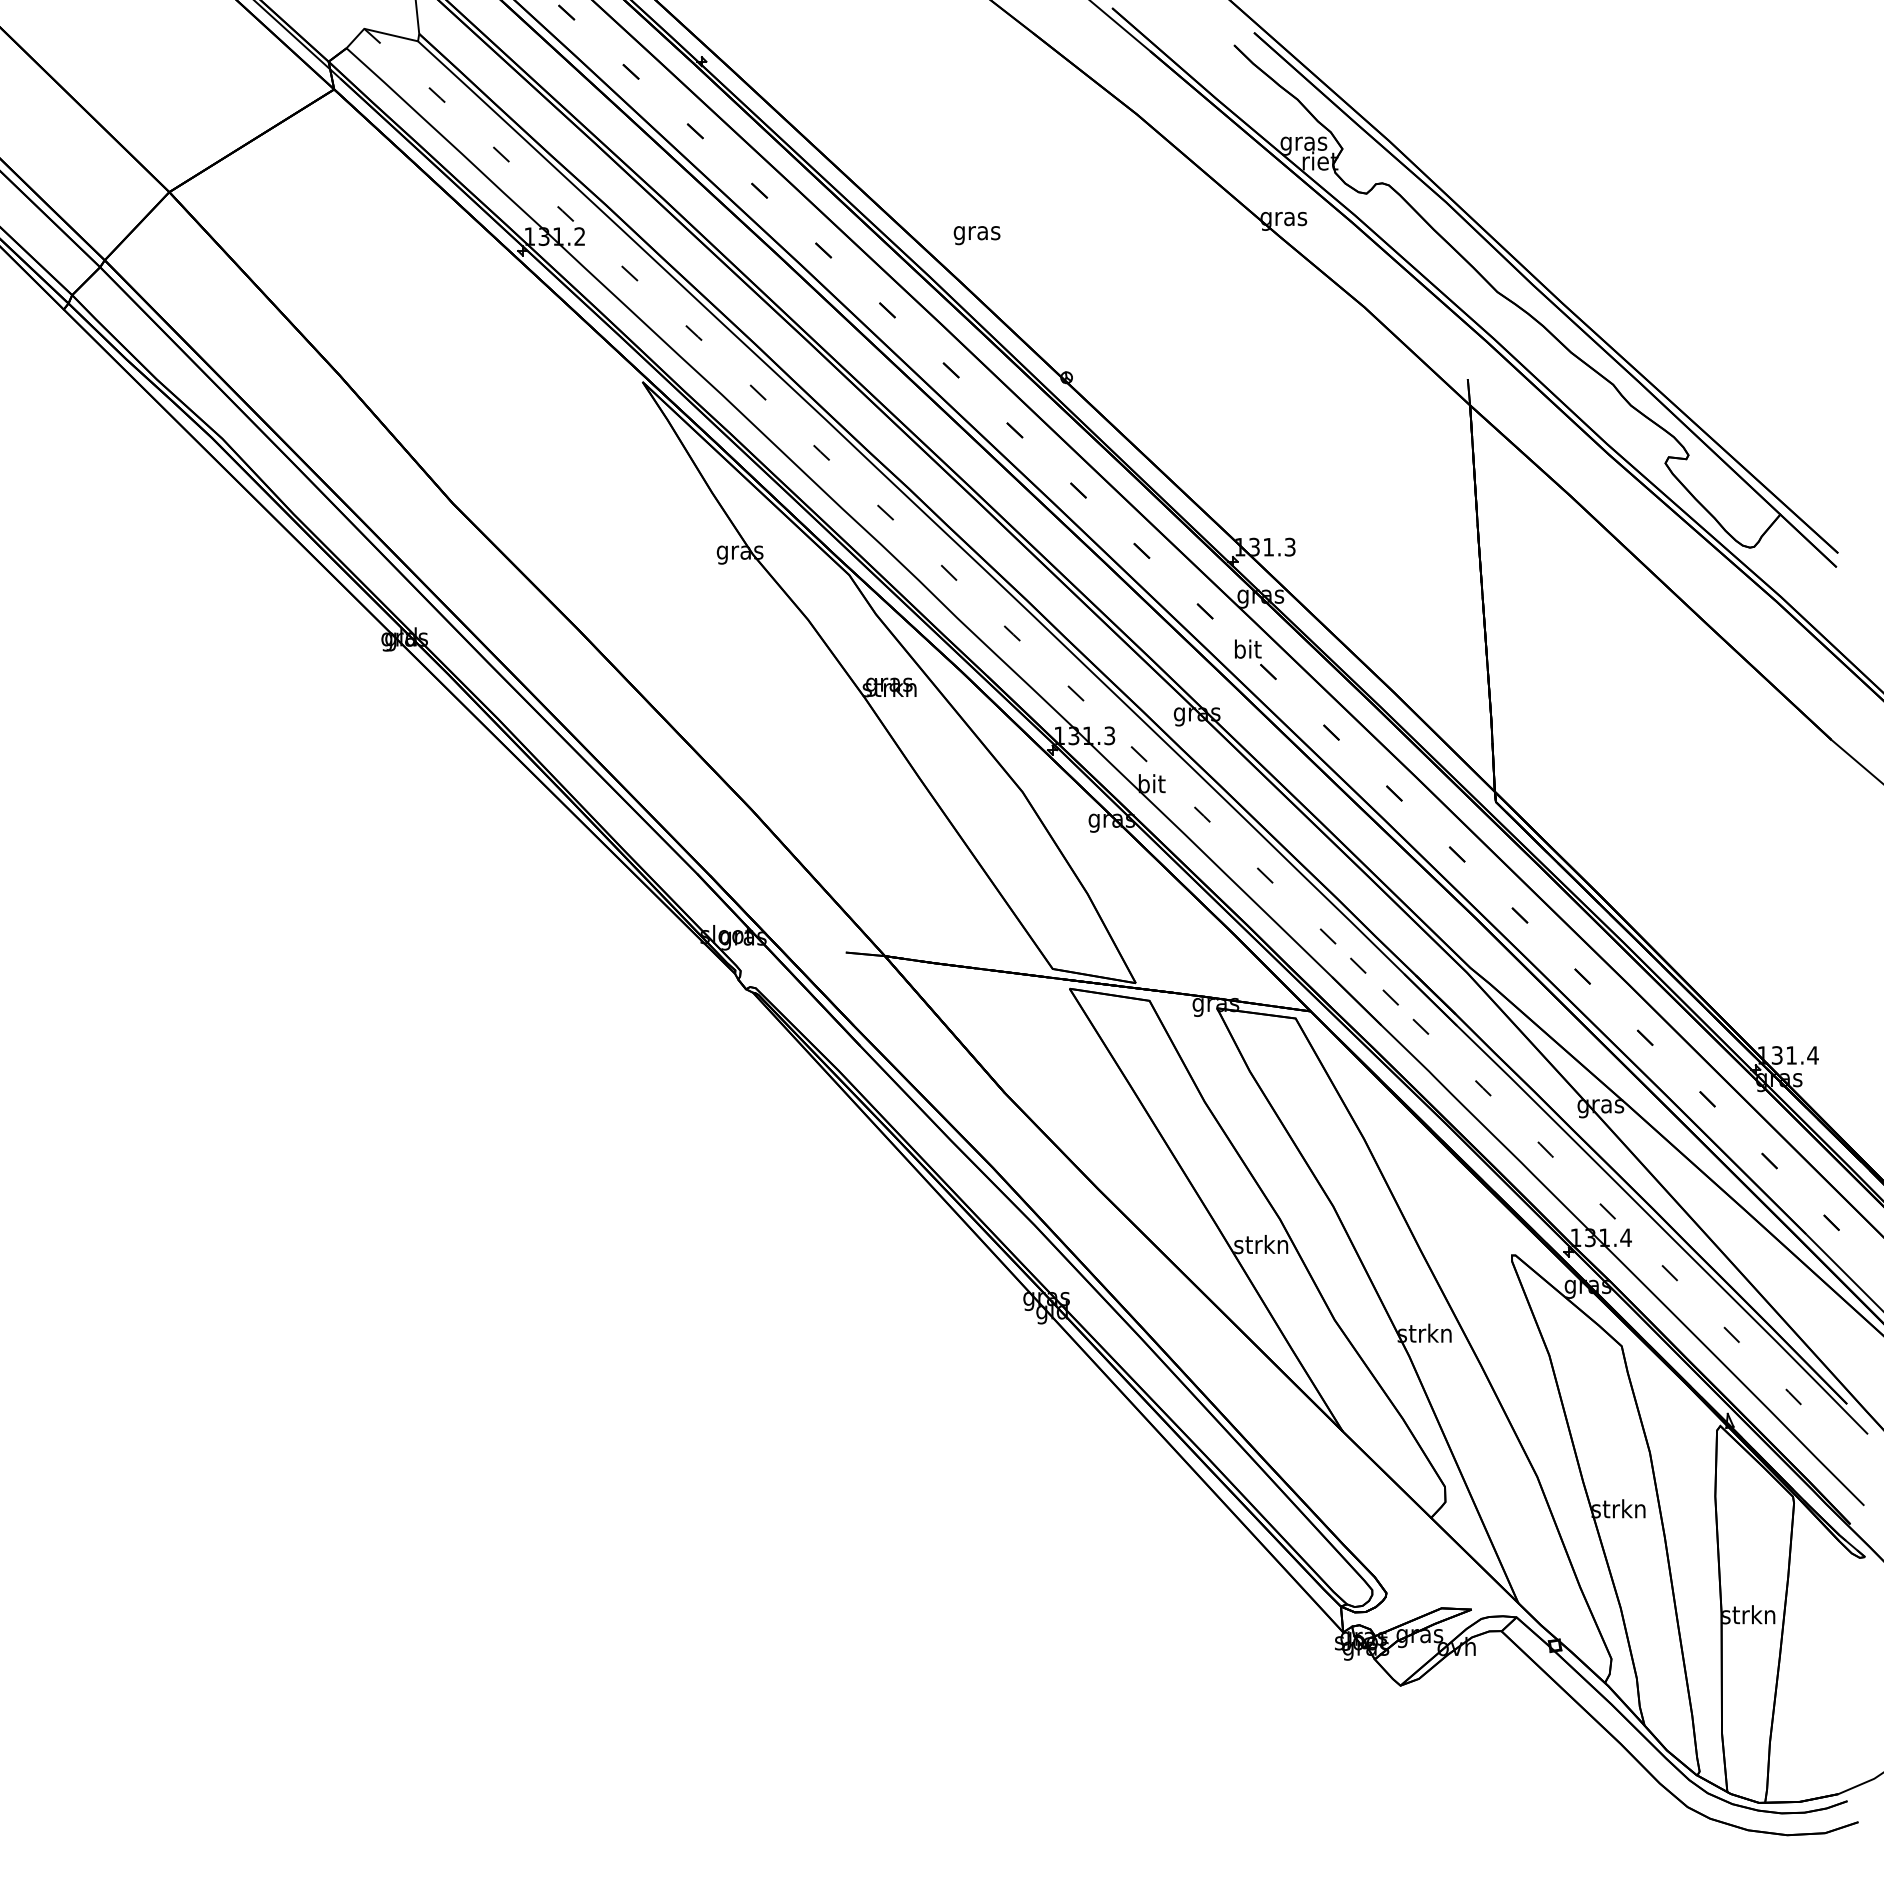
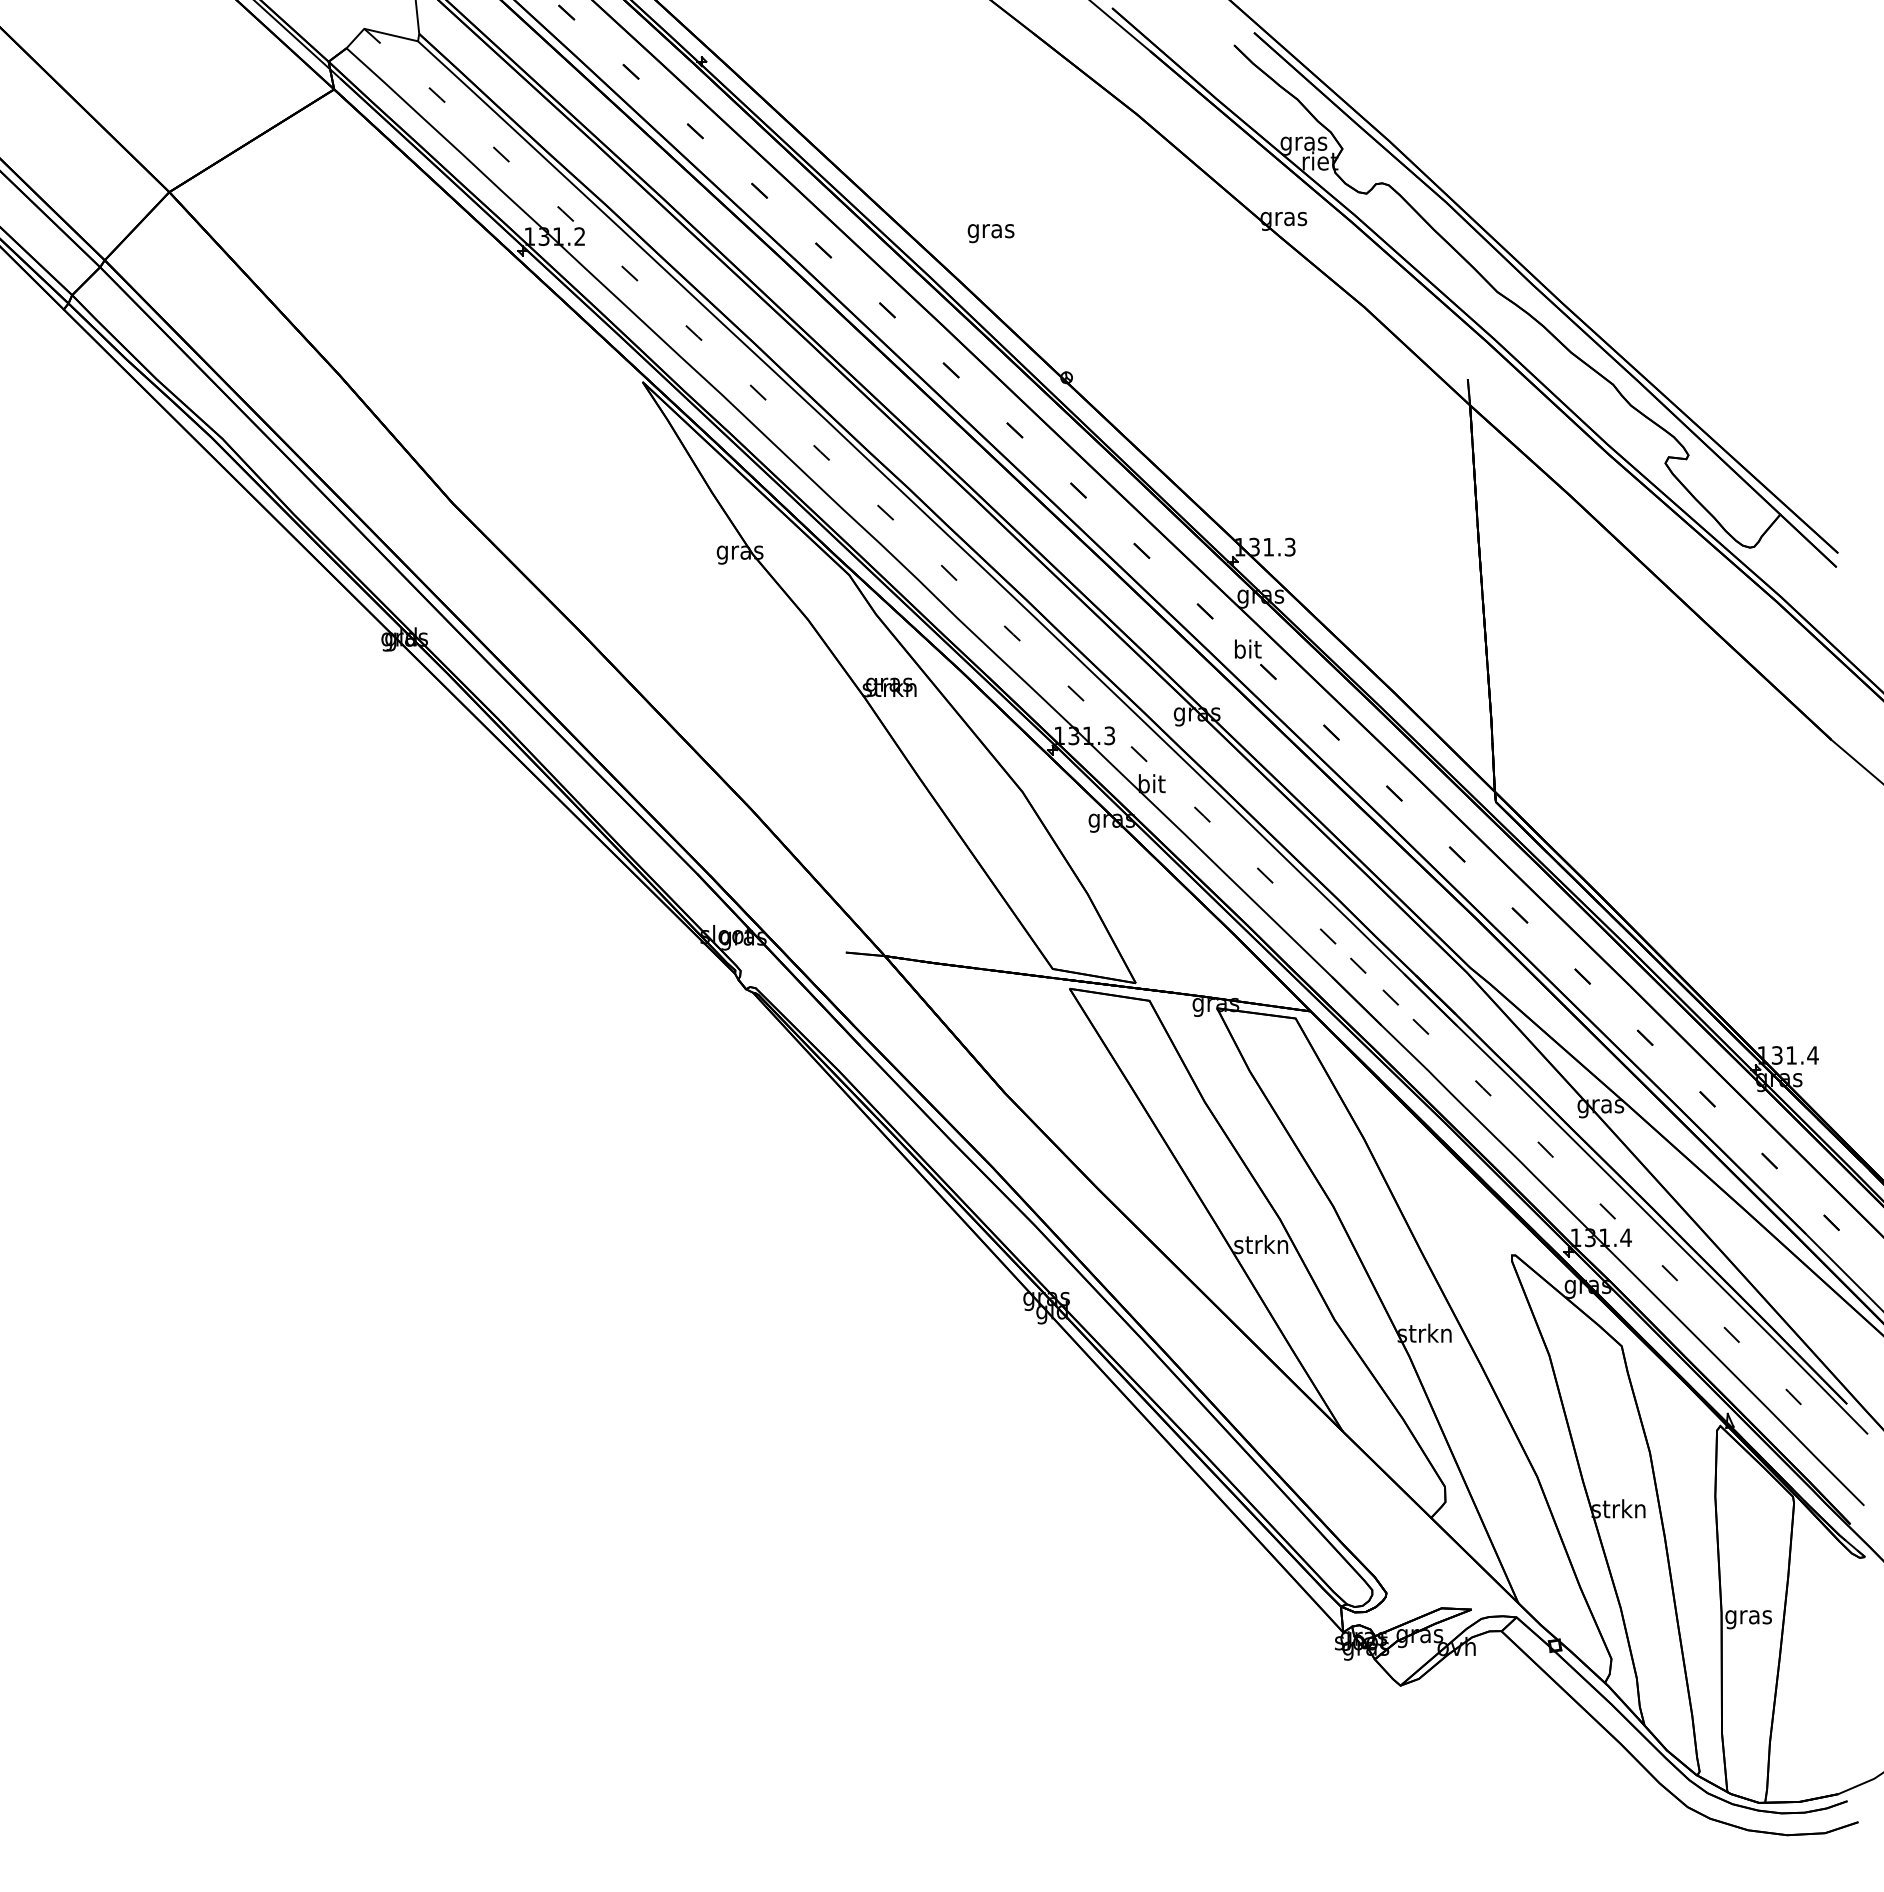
text at (976, 235) position: (976, 235) -> (990, 233)
text at (1748, 1617): strkn -> gras
